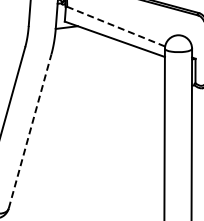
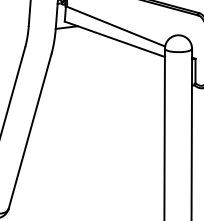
line at (116, 26): dashed -> solid
line at (30, 131): dashed -> solid
